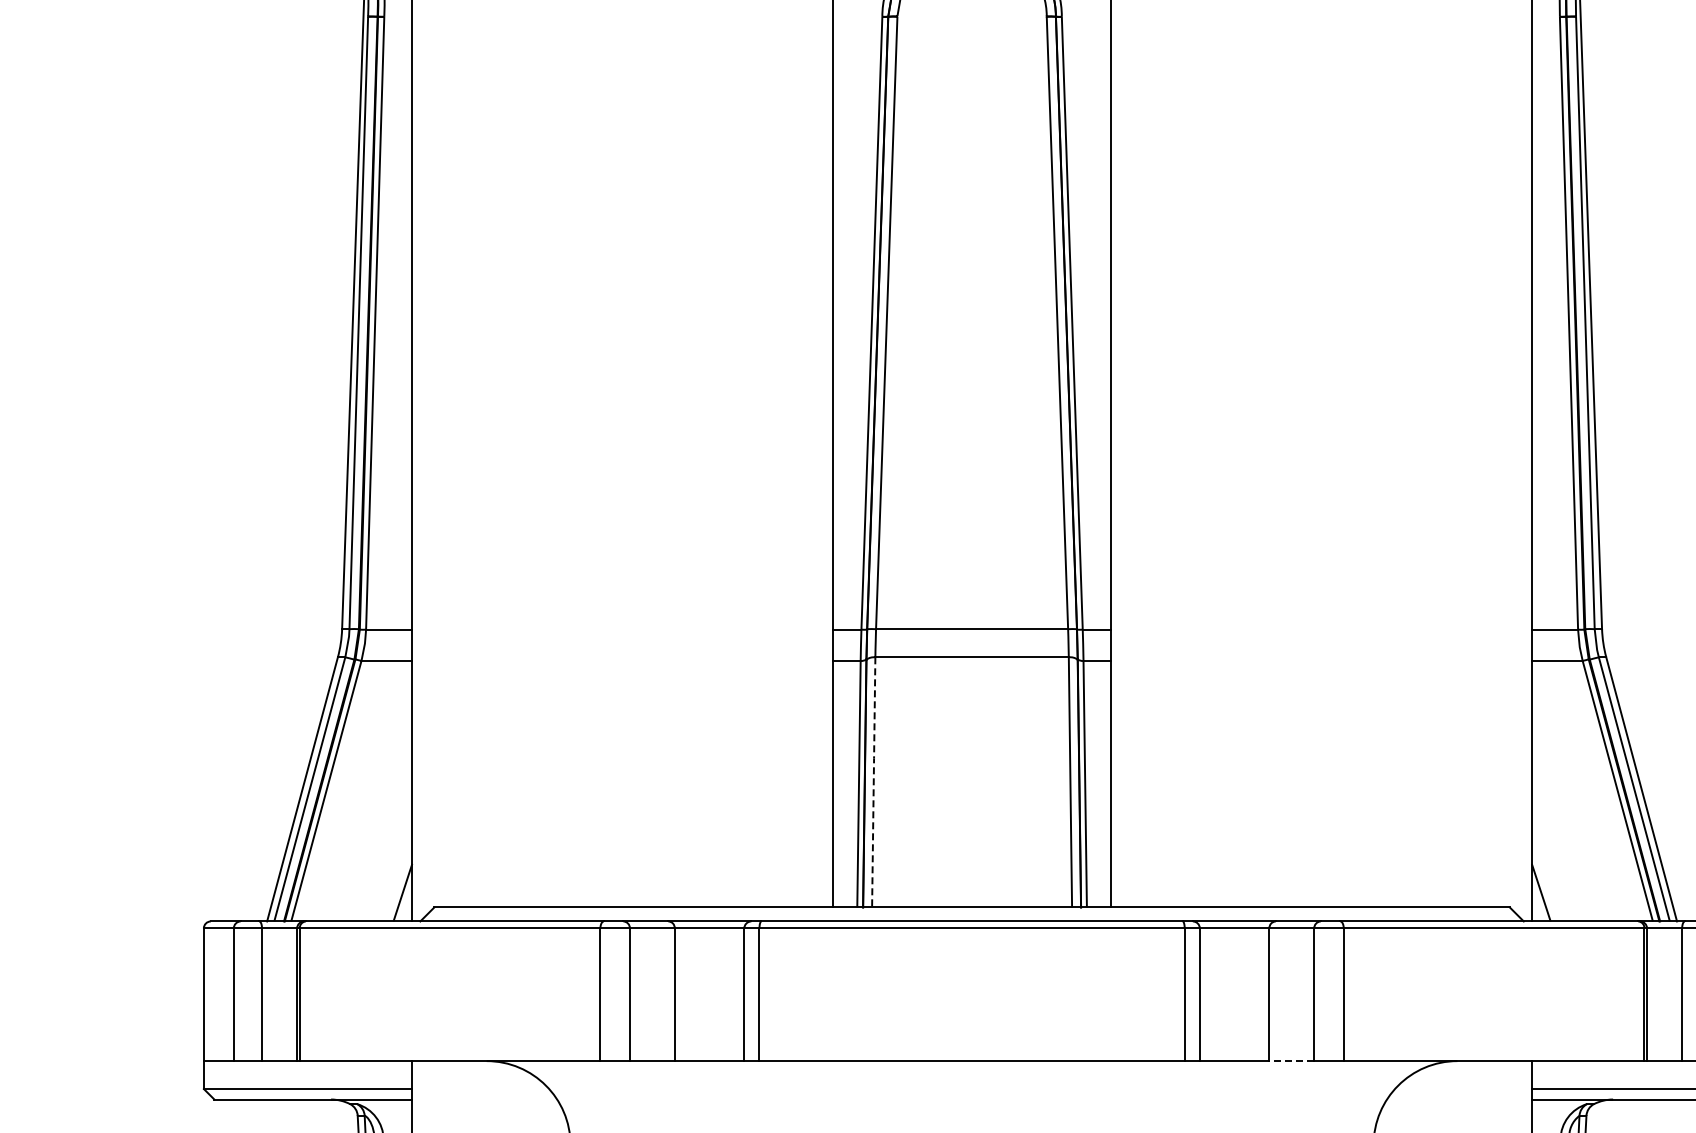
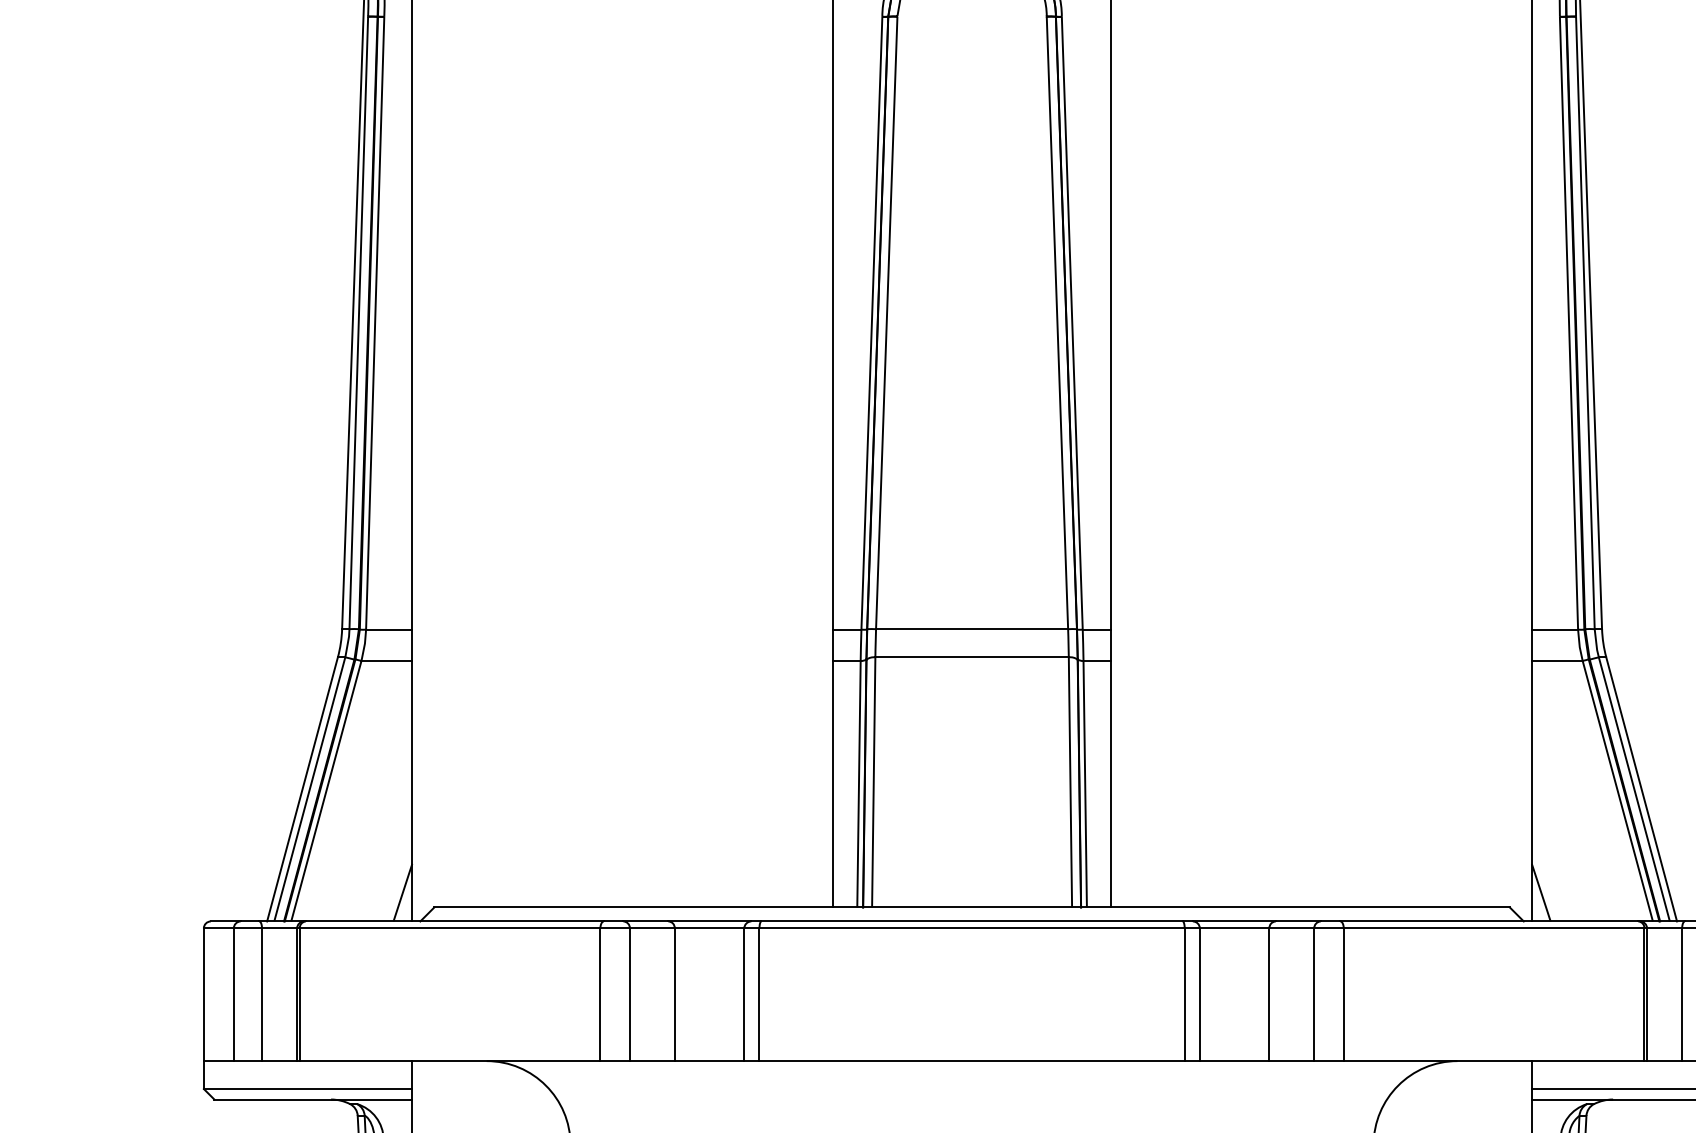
line at (873, 781): dashed -> solid
line at (1291, 1061): dashed -> solid
